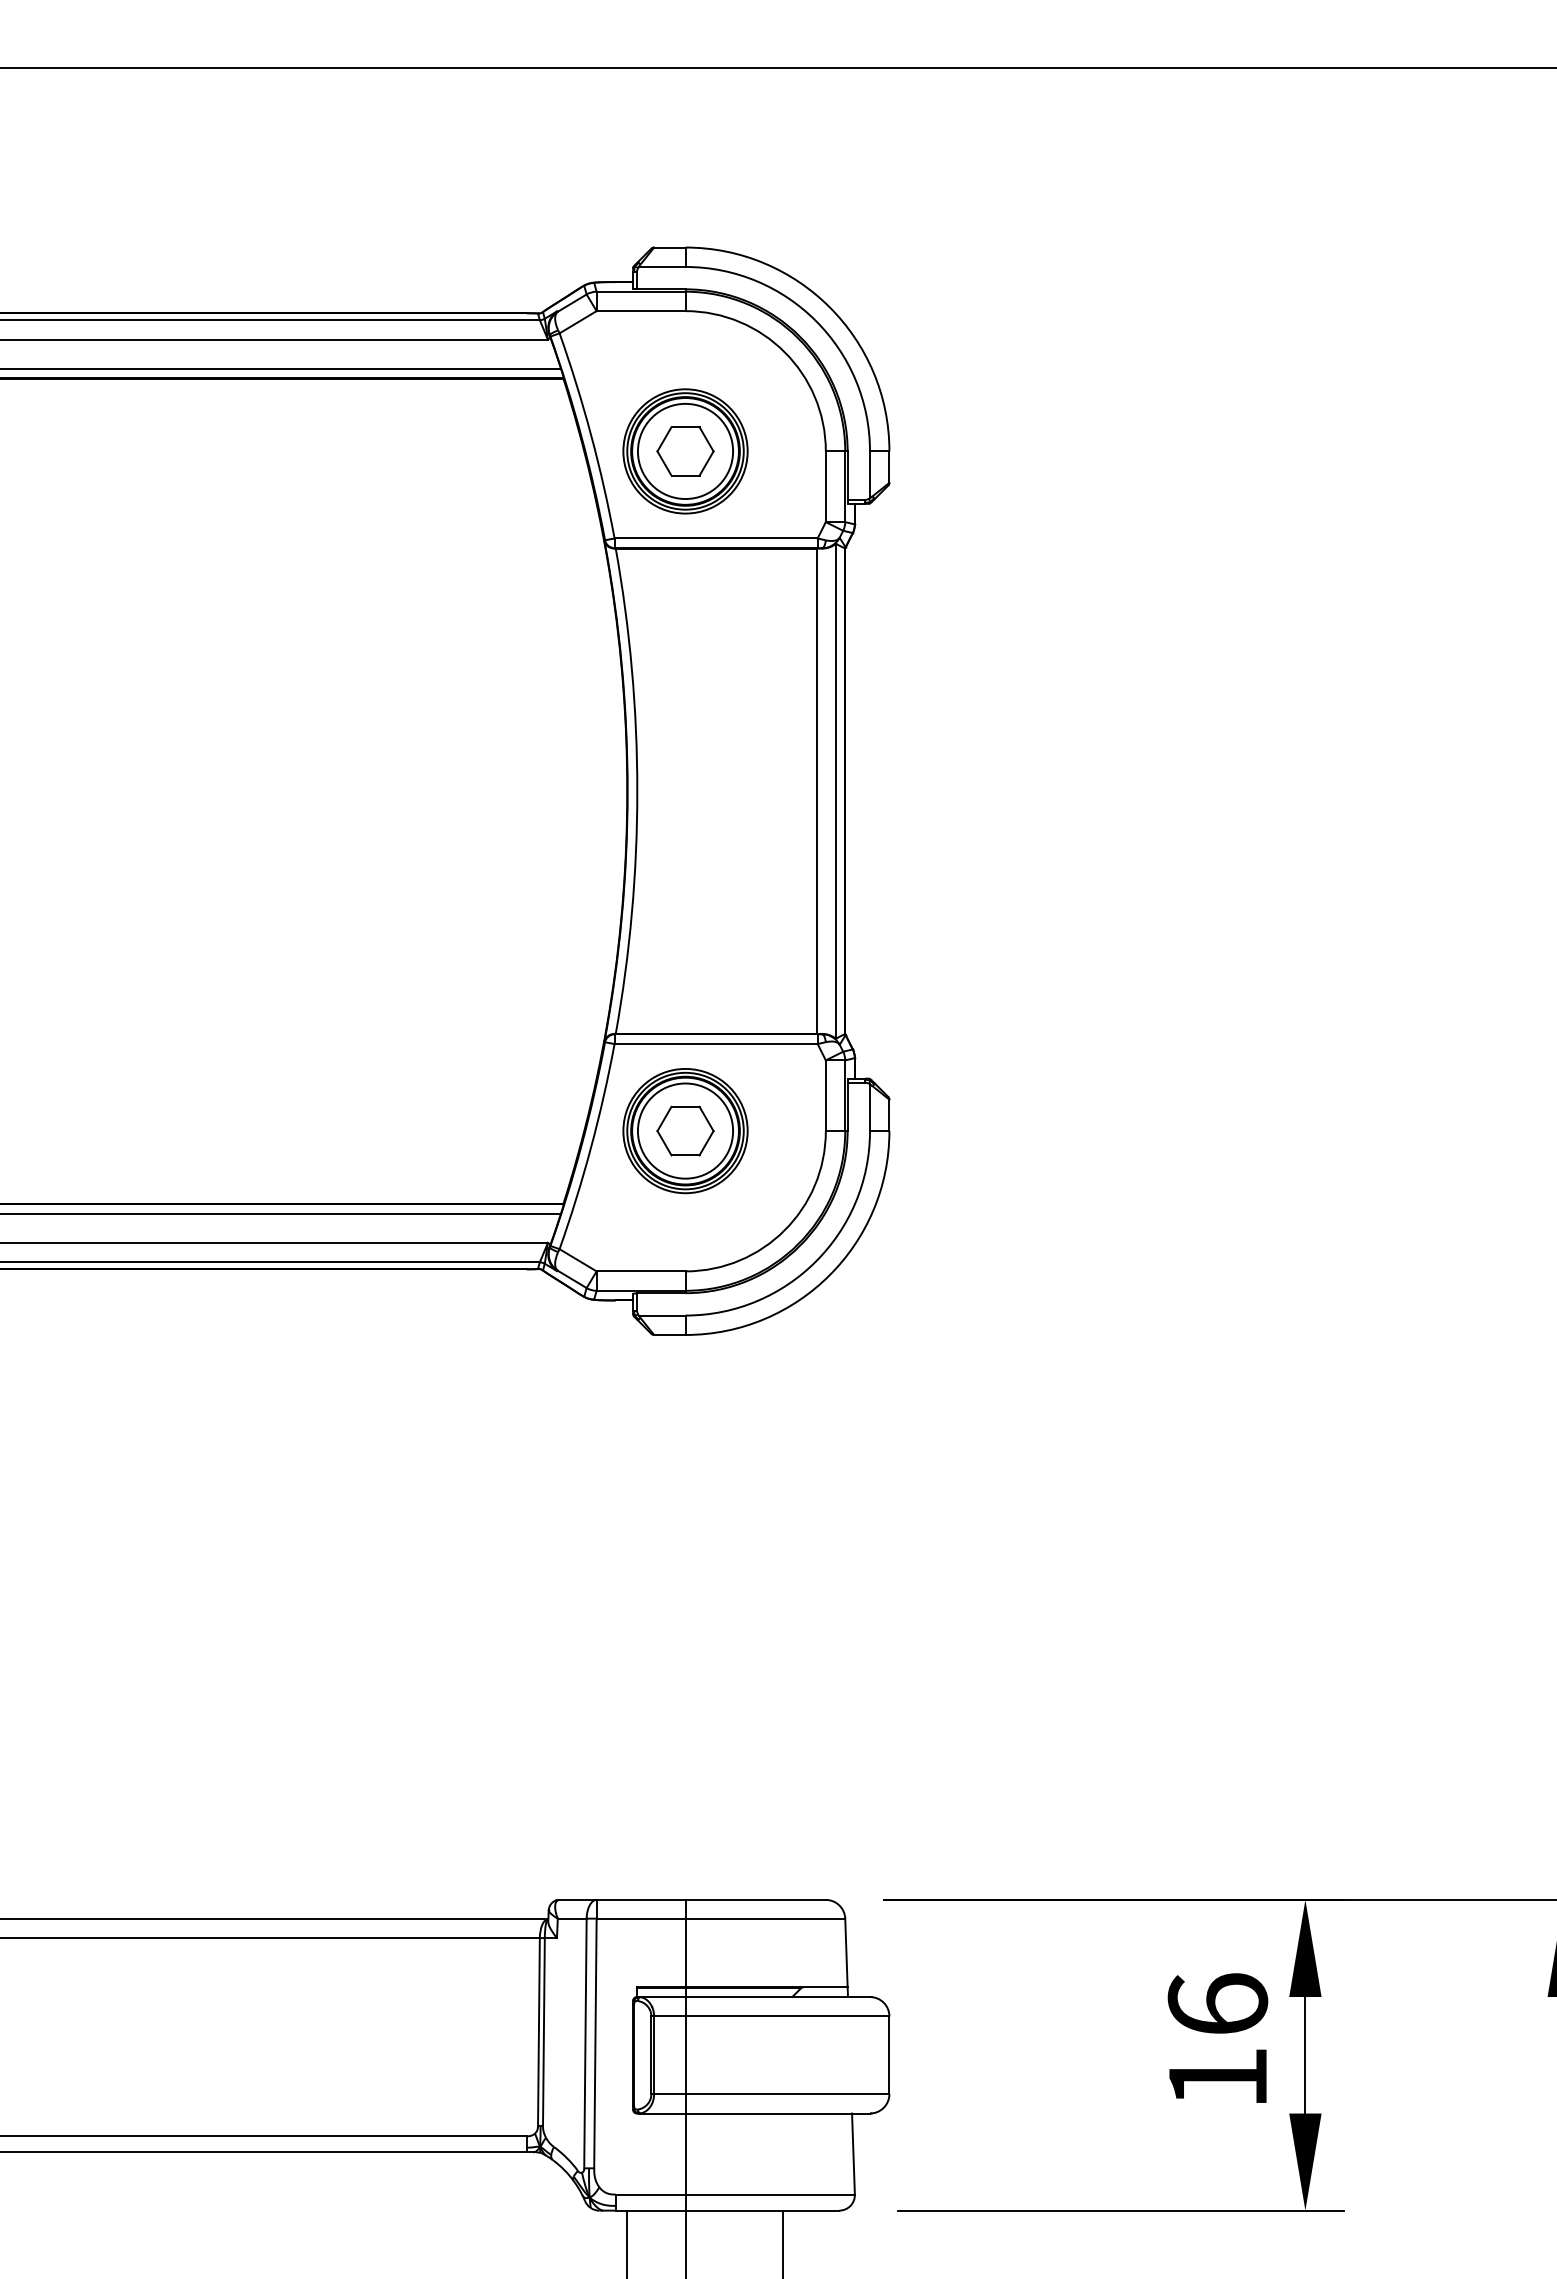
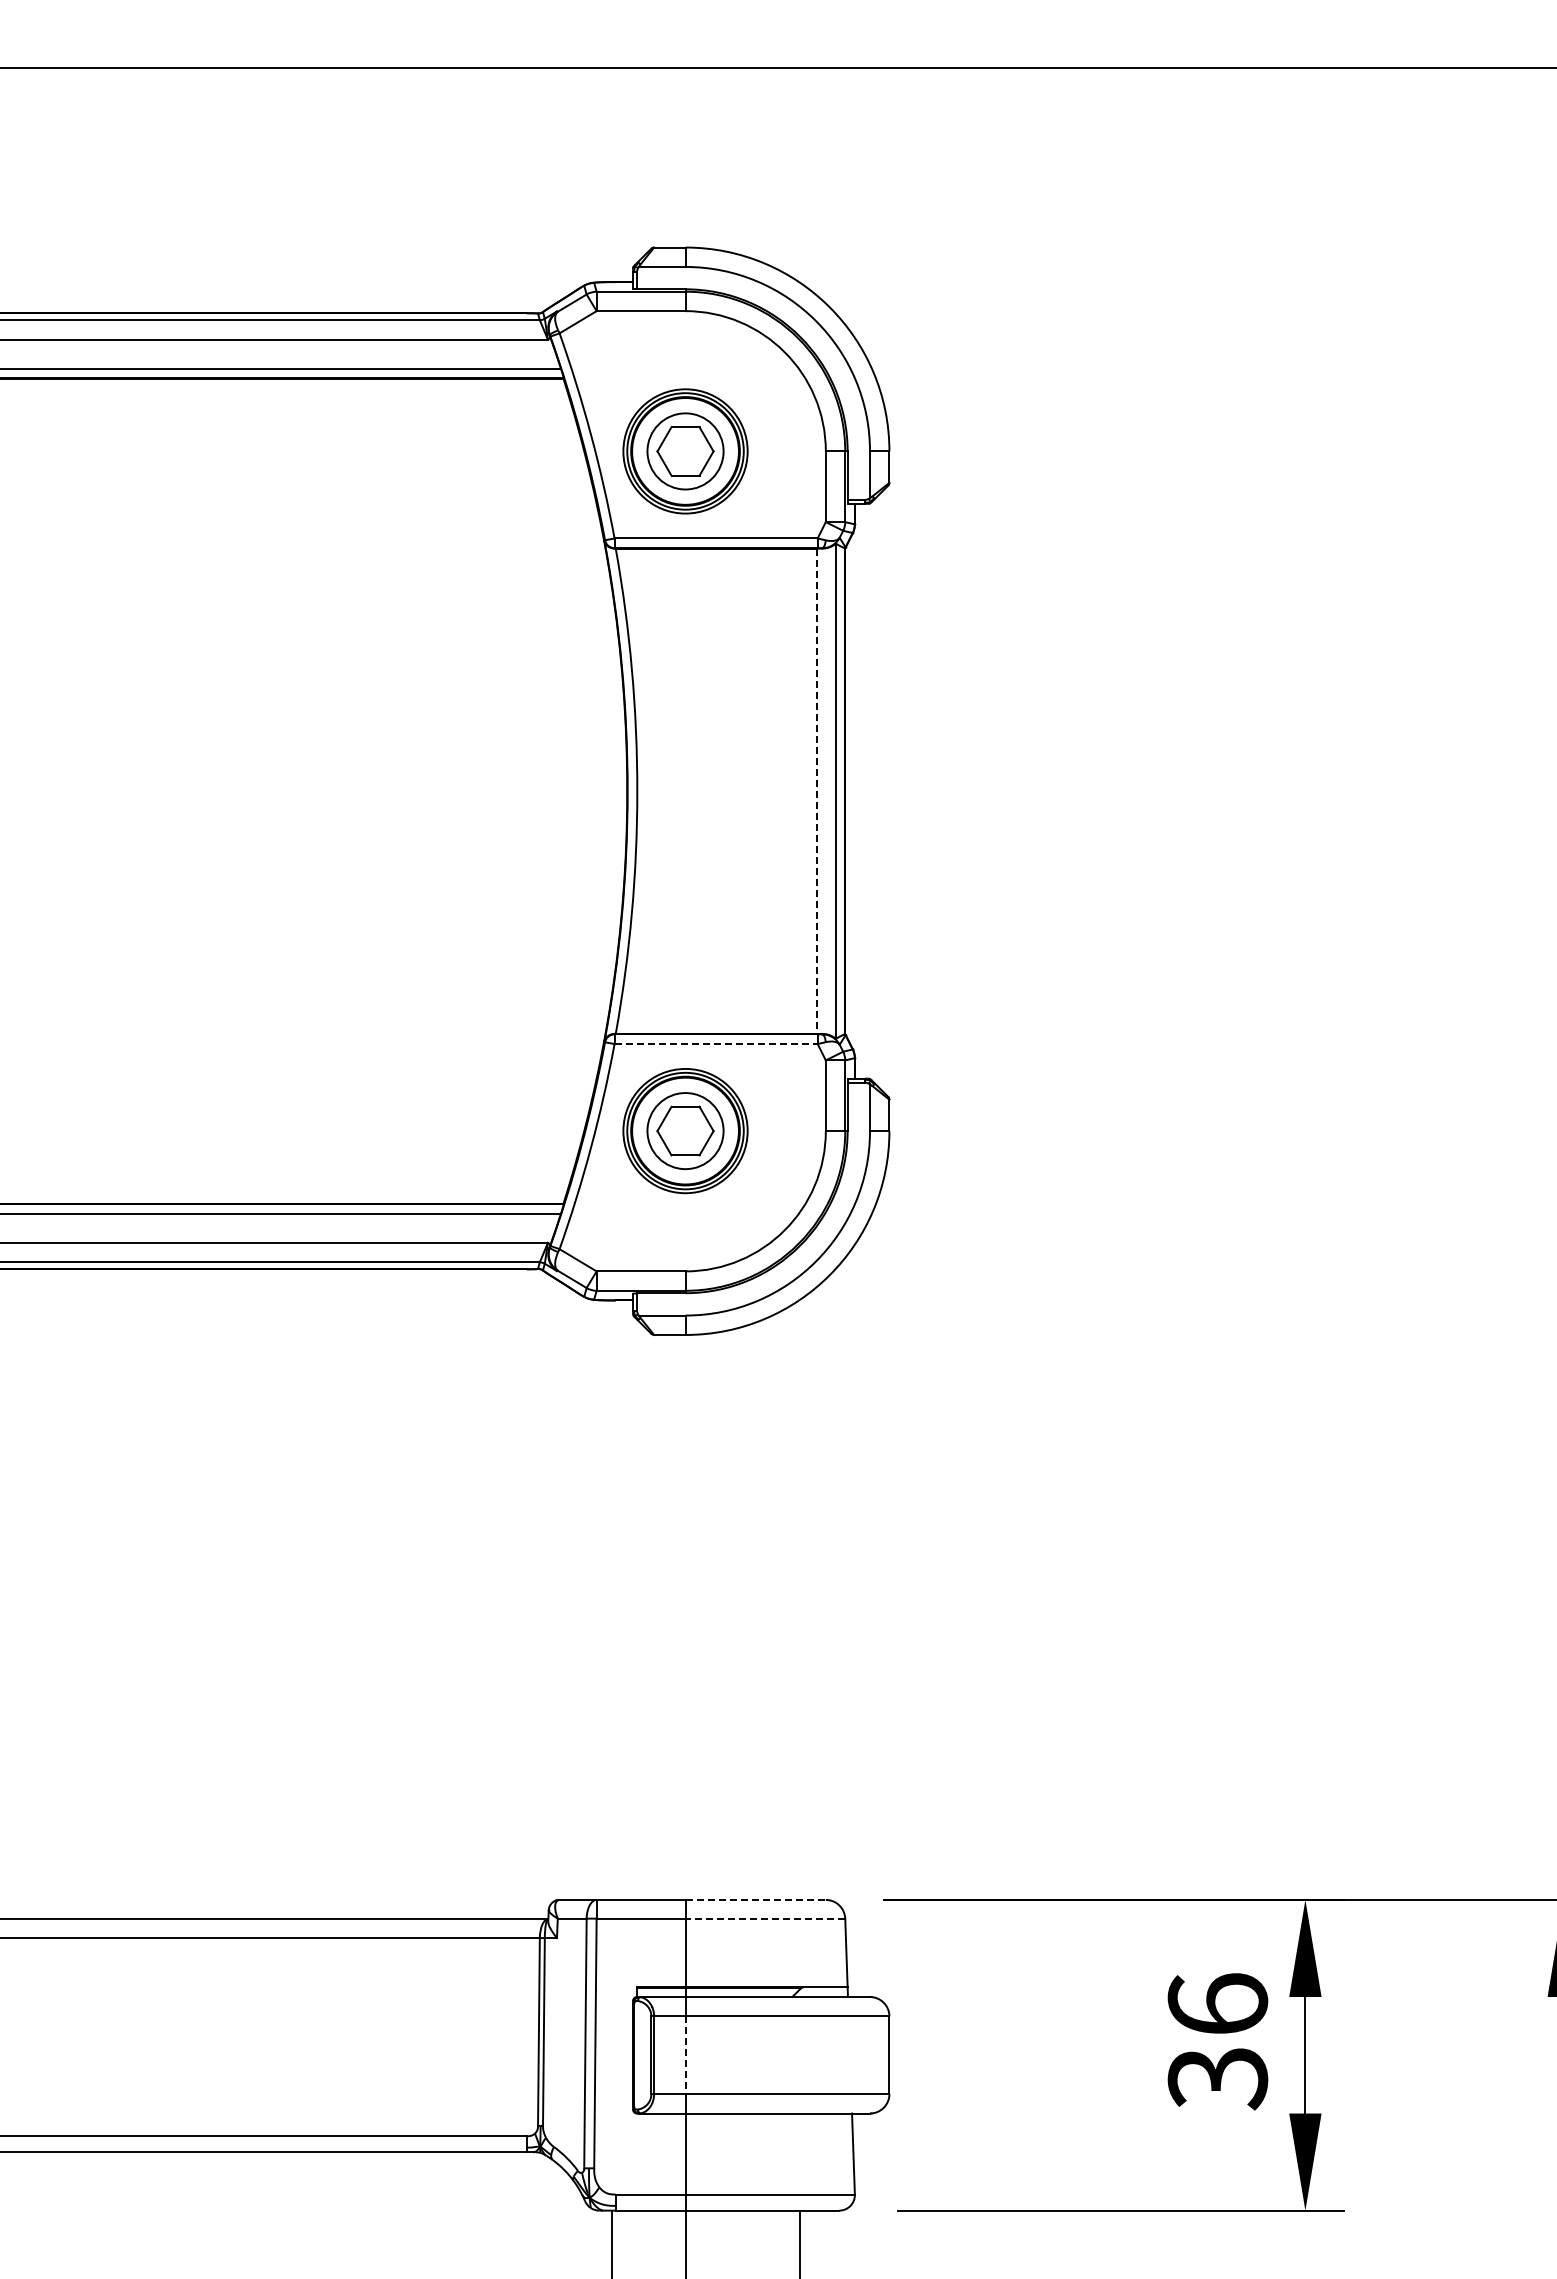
circle at (685, 451) diameter: 95 px -> 76 px
line at (816, 791): solid -> dashed
line at (716, 1044): solid -> dashed
circle at (685, 1130) diameter: 95 px -> 76 px
line at (756, 1899): solid -> dashed
line at (765, 1918): solid -> dashed
line at (685, 2055): solid -> dashed
text at (1217, 2079): 16 -> 36
line at (627, 2242) position: (627, 2242) -> (612, 2242)
line at (782, 2242) position: (782, 2242) -> (799, 2242)
